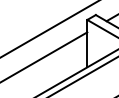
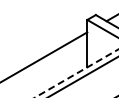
line at (49, 29): present -> none
line at (76, 73): solid -> dashed
